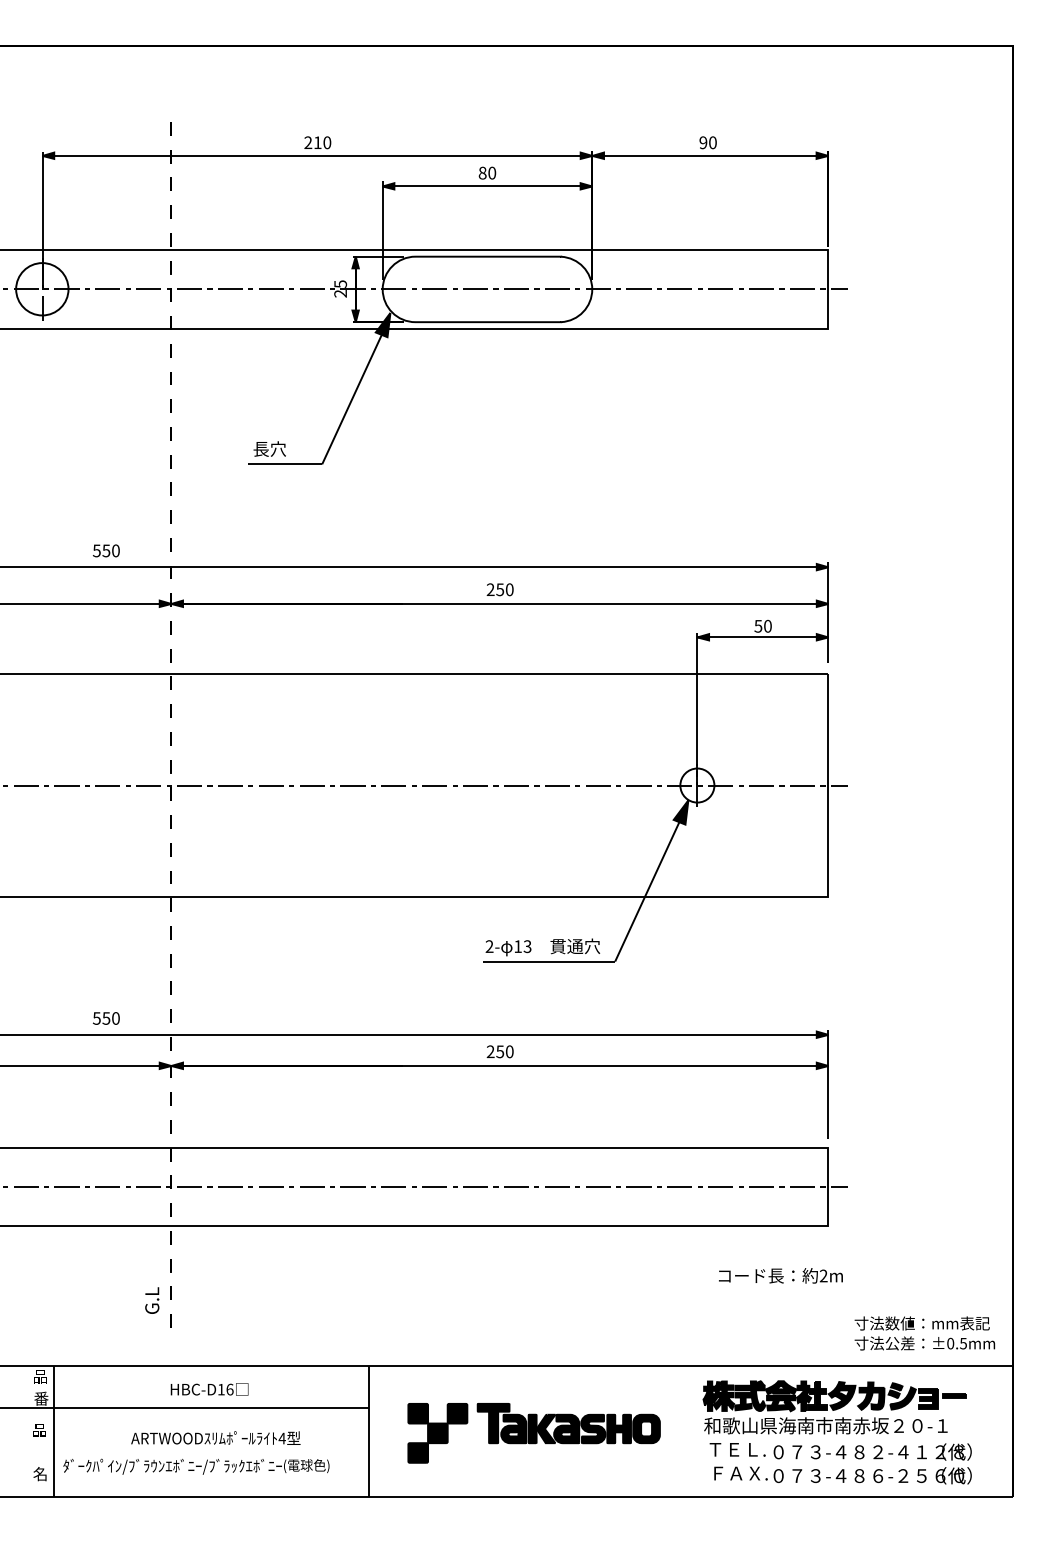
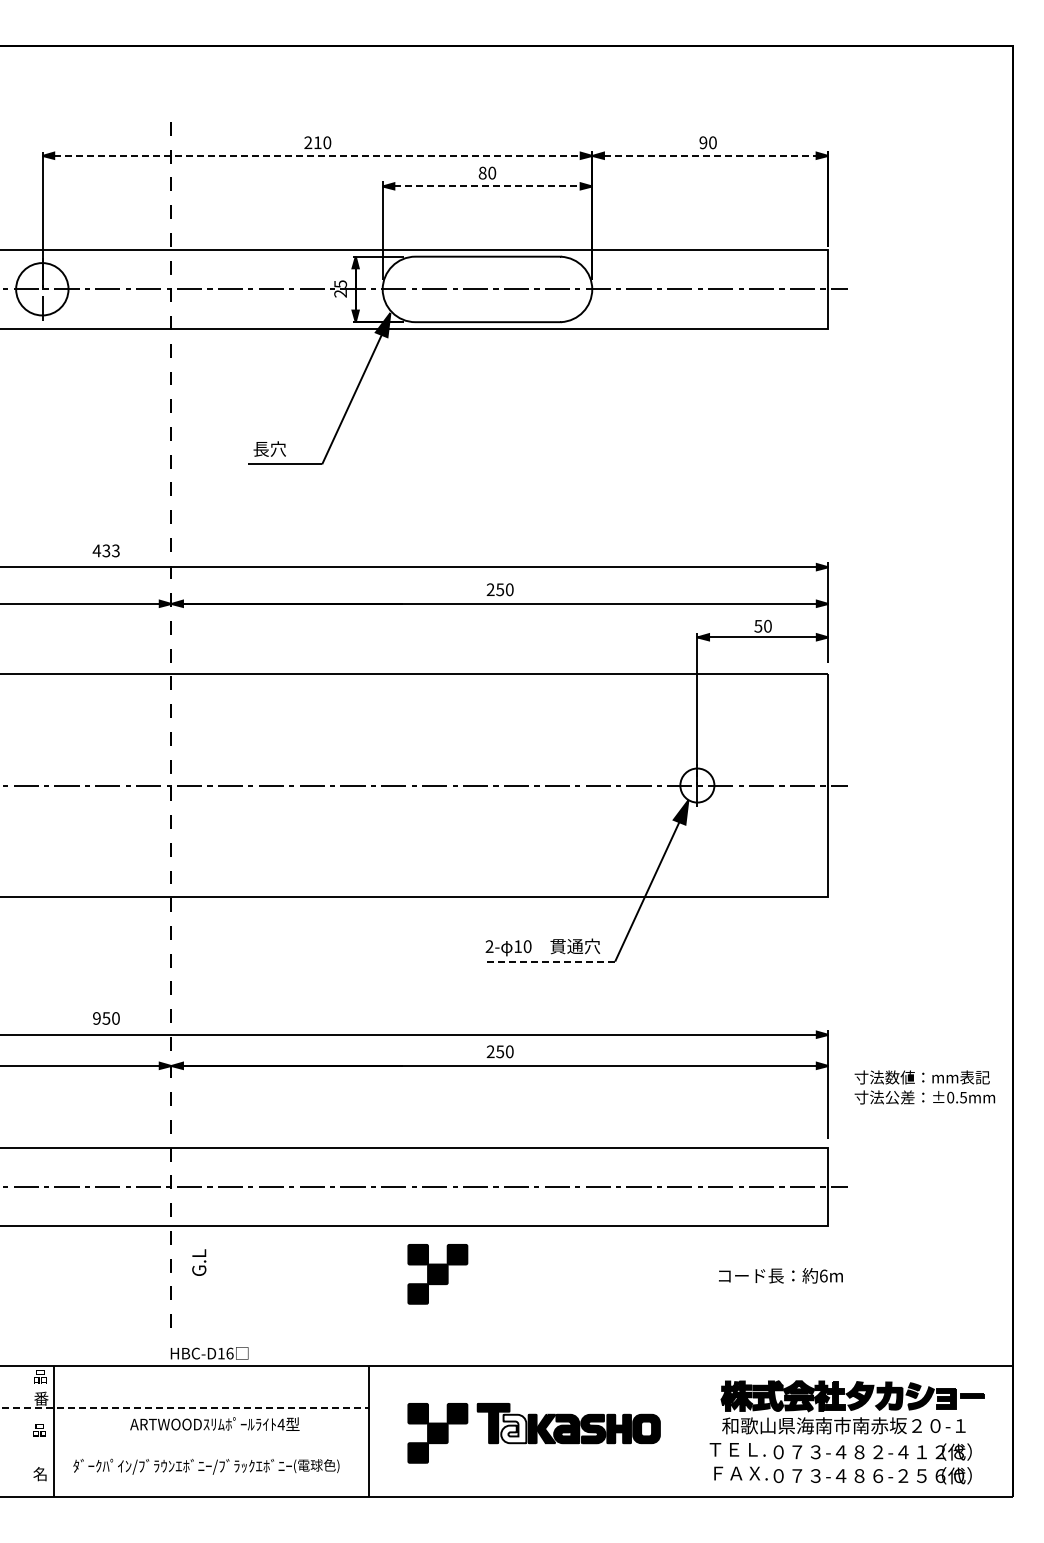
line at (435, 155): solid -> dashed
line at (487, 186): solid -> dashed
text at (105, 550): 550 -> 433
text at (527, 946): 13 -> 10
line at (548, 961): solid -> dashed
text at (96, 1018): 550 -> 950
part at (437, 1274): none -> present
text at (823, 1275): 2m -> 6m
text at (152, 1300) position: (152, 1300) -> (199, 1262)
text at (924, 1333) position: (924, 1333) -> (924, 1087)
text at (209, 1389) position: (209, 1389) -> (209, 1353)
line at (184, 1407): solid -> dashed
part at (834, 1407) position: (834, 1407) -> (852, 1407)
fill at (513, 1428): present -> none
text at (215, 1437) position: (215, 1437) -> (214, 1423)
text at (196, 1466) position: (196, 1466) -> (206, 1466)
